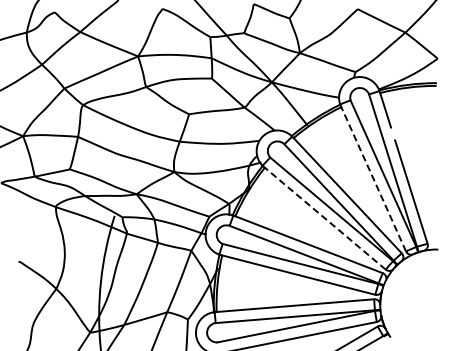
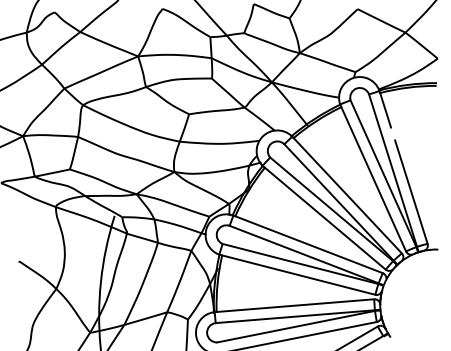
line at (373, 178): dashed -> solid
line at (324, 218): dashed -> solid
